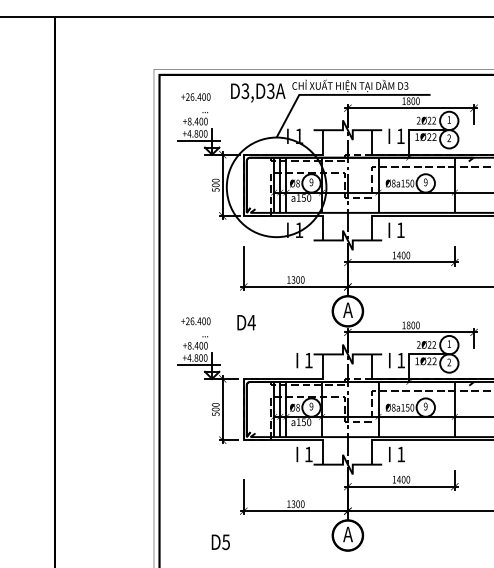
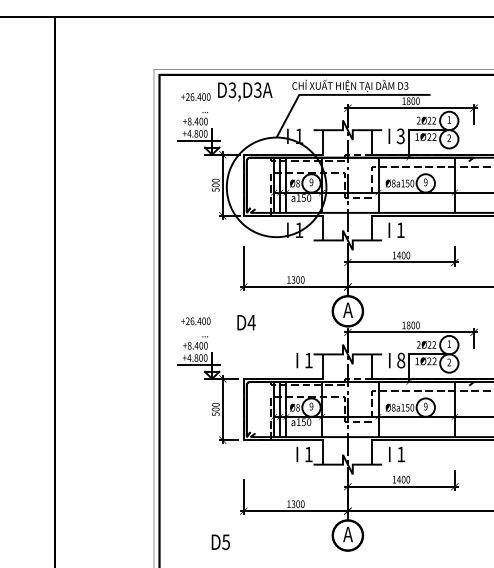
text at (258, 92) position: (258, 92) -> (245, 91)
text at (400, 136): 1 -> 3
text at (401, 360): 1 -> 8
